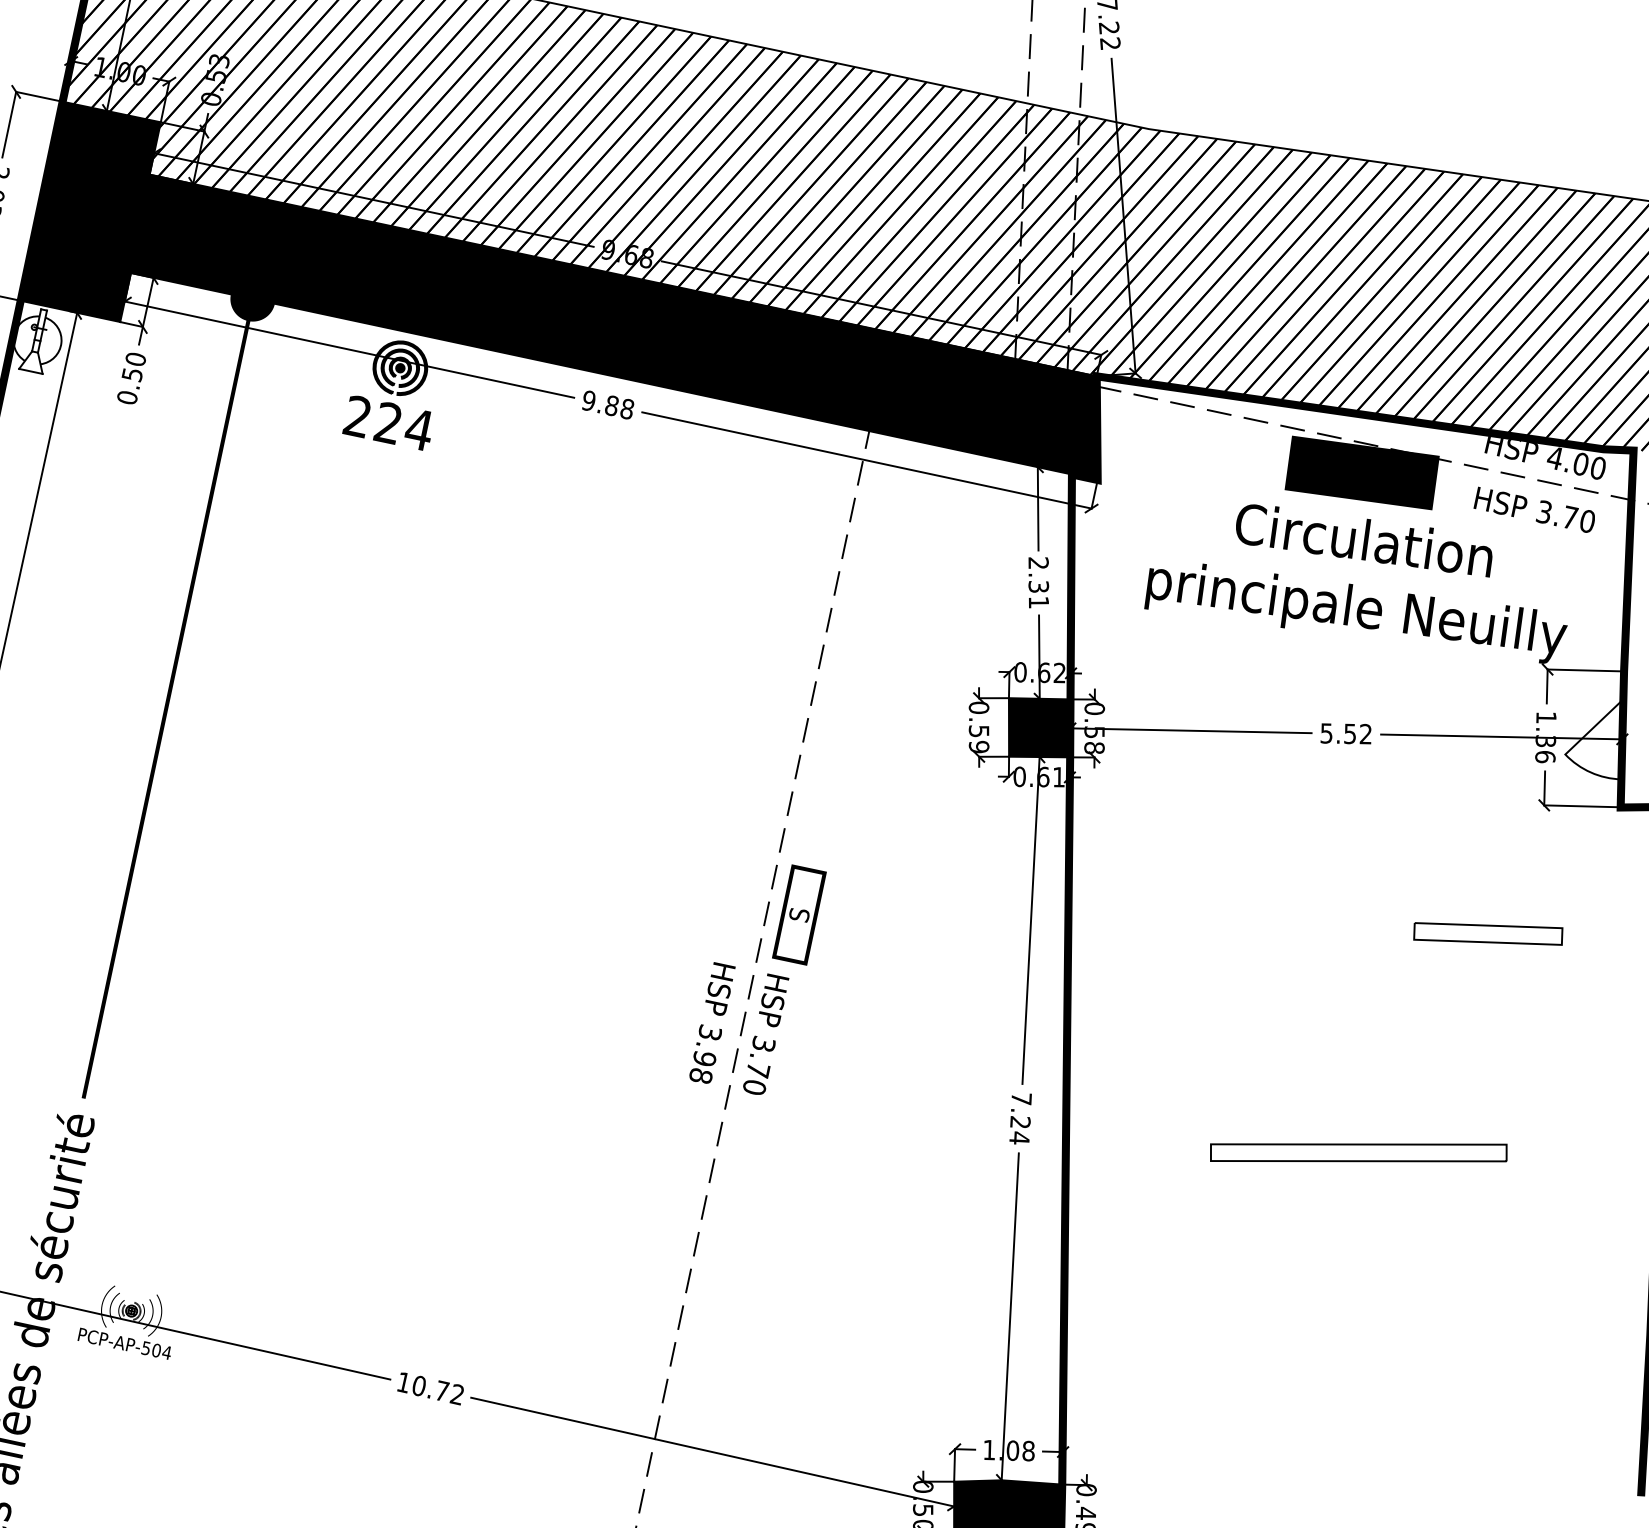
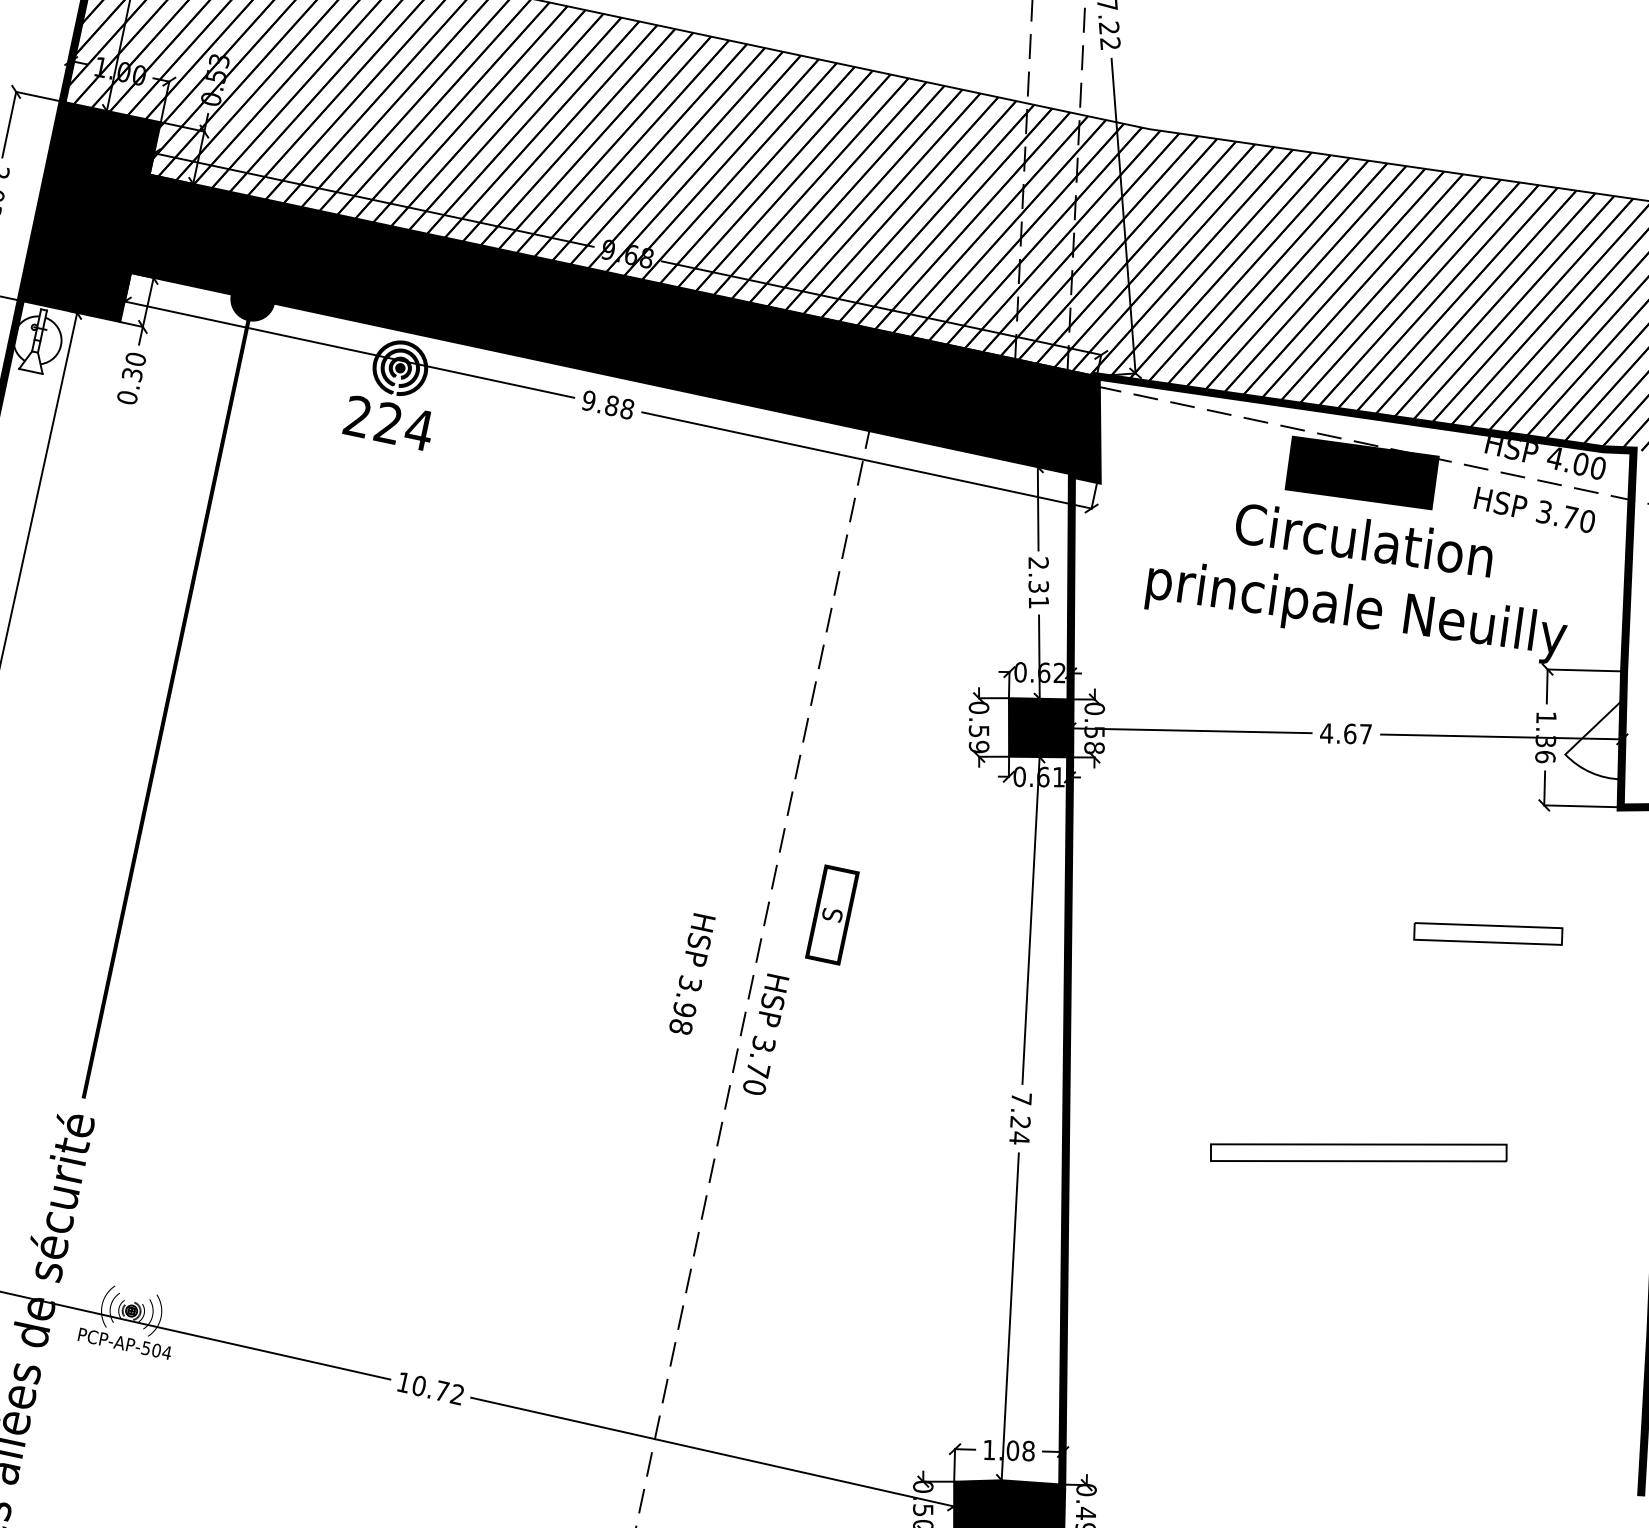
text at (131, 373): 0.50 -> 0.30
text at (1345, 733): 5.52 -> 4.67
text at (799, 914) position: (799, 914) -> (832, 914)
text at (712, 1022) position: (712, 1022) -> (692, 973)
